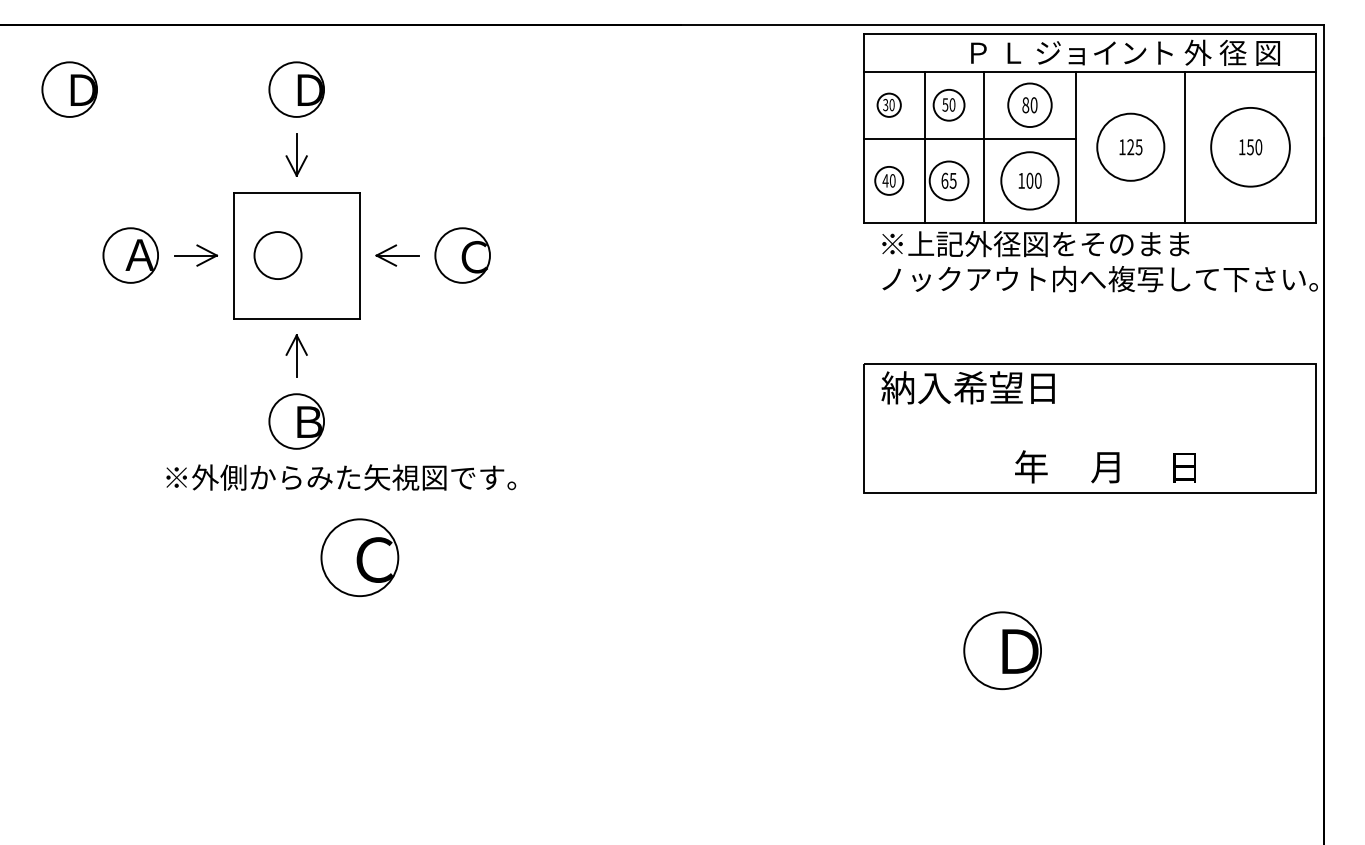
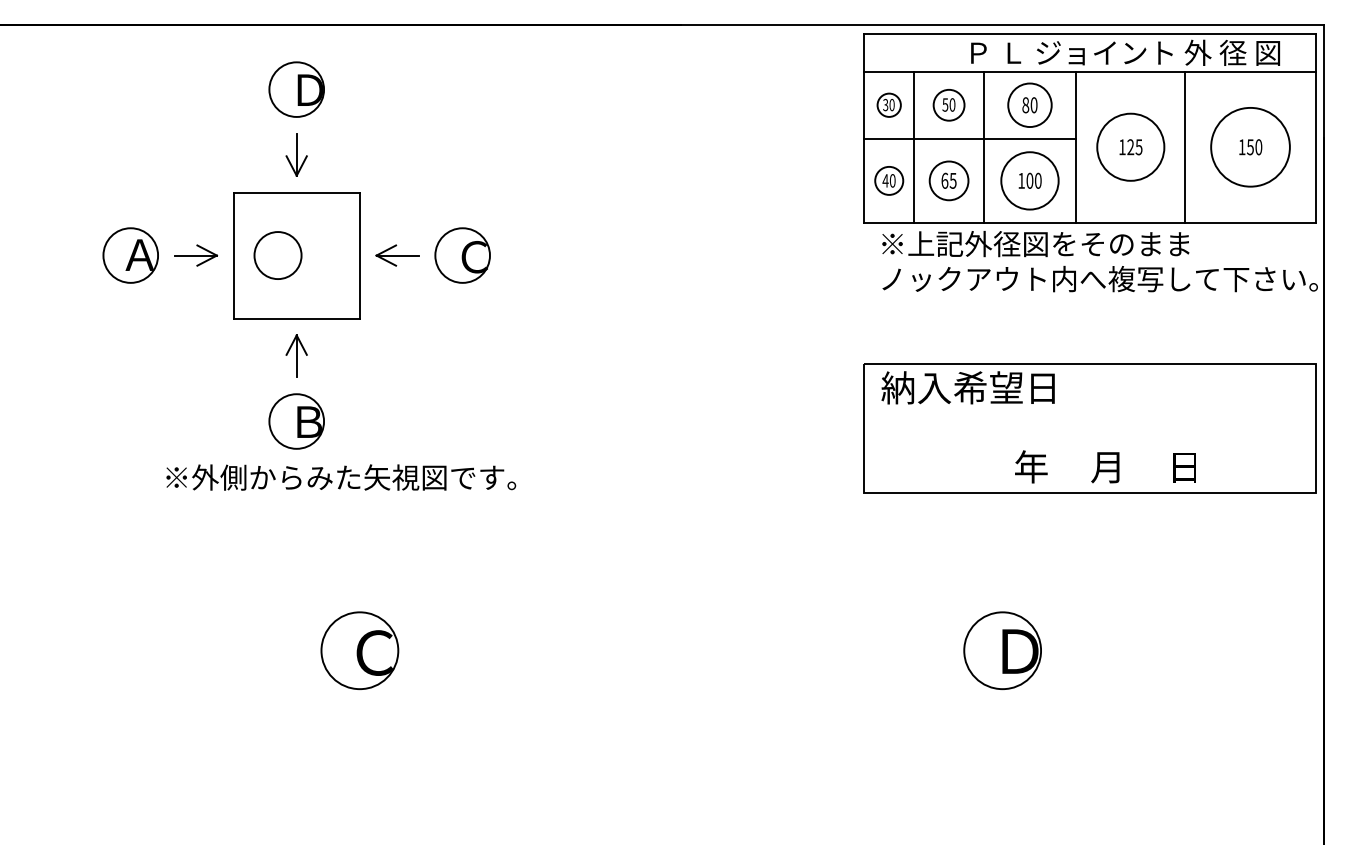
part at (69, 89): present -> none
line at (925, 146) position: (925, 146) -> (914, 146)
part at (359, 557) position: (359, 557) -> (359, 650)
